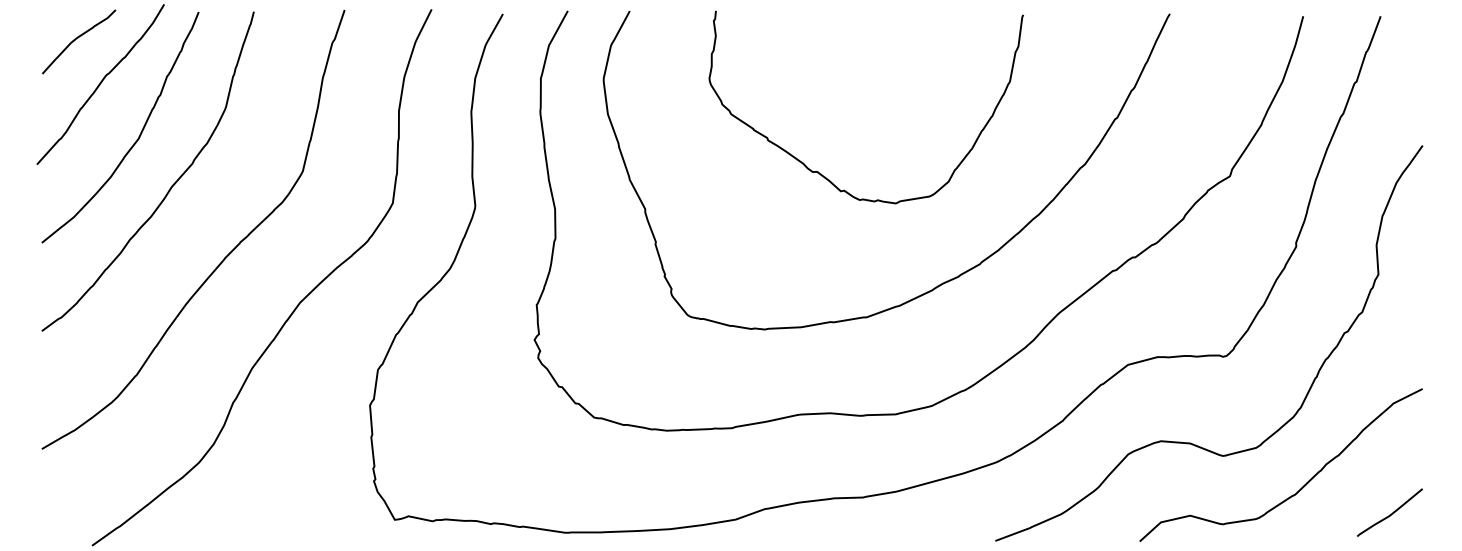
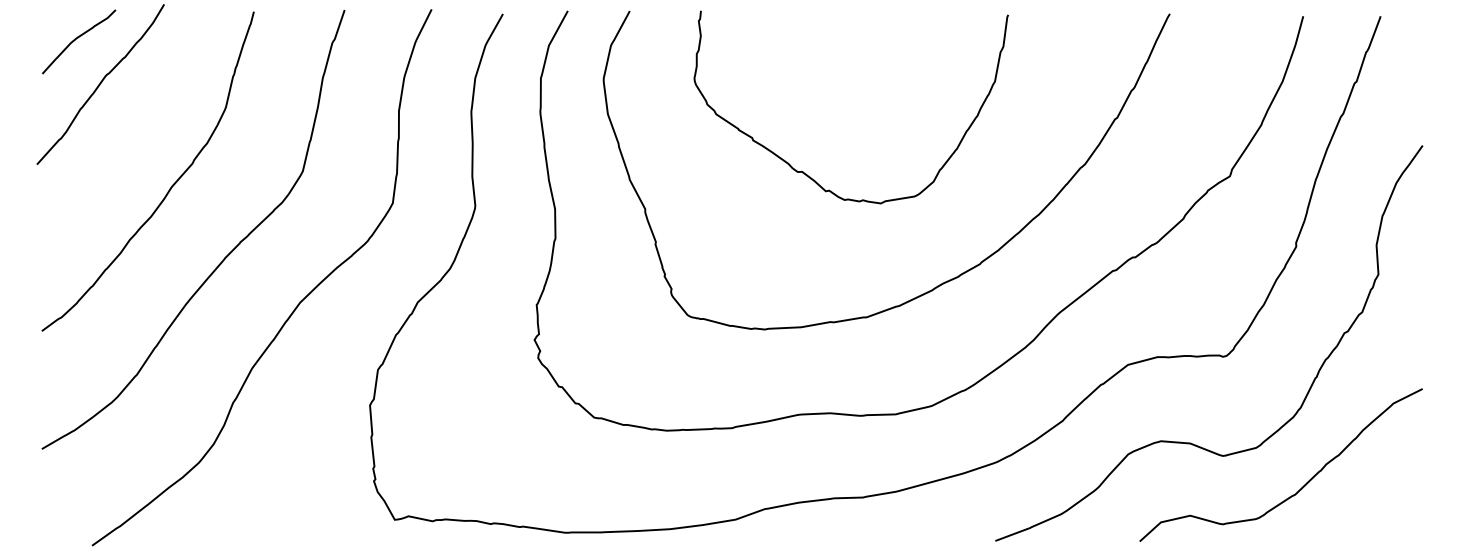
curve at (136, 139): present -> none
curve at (821, 173) position: (821, 173) -> (806, 173)
curve at (1389, 514): present -> none
